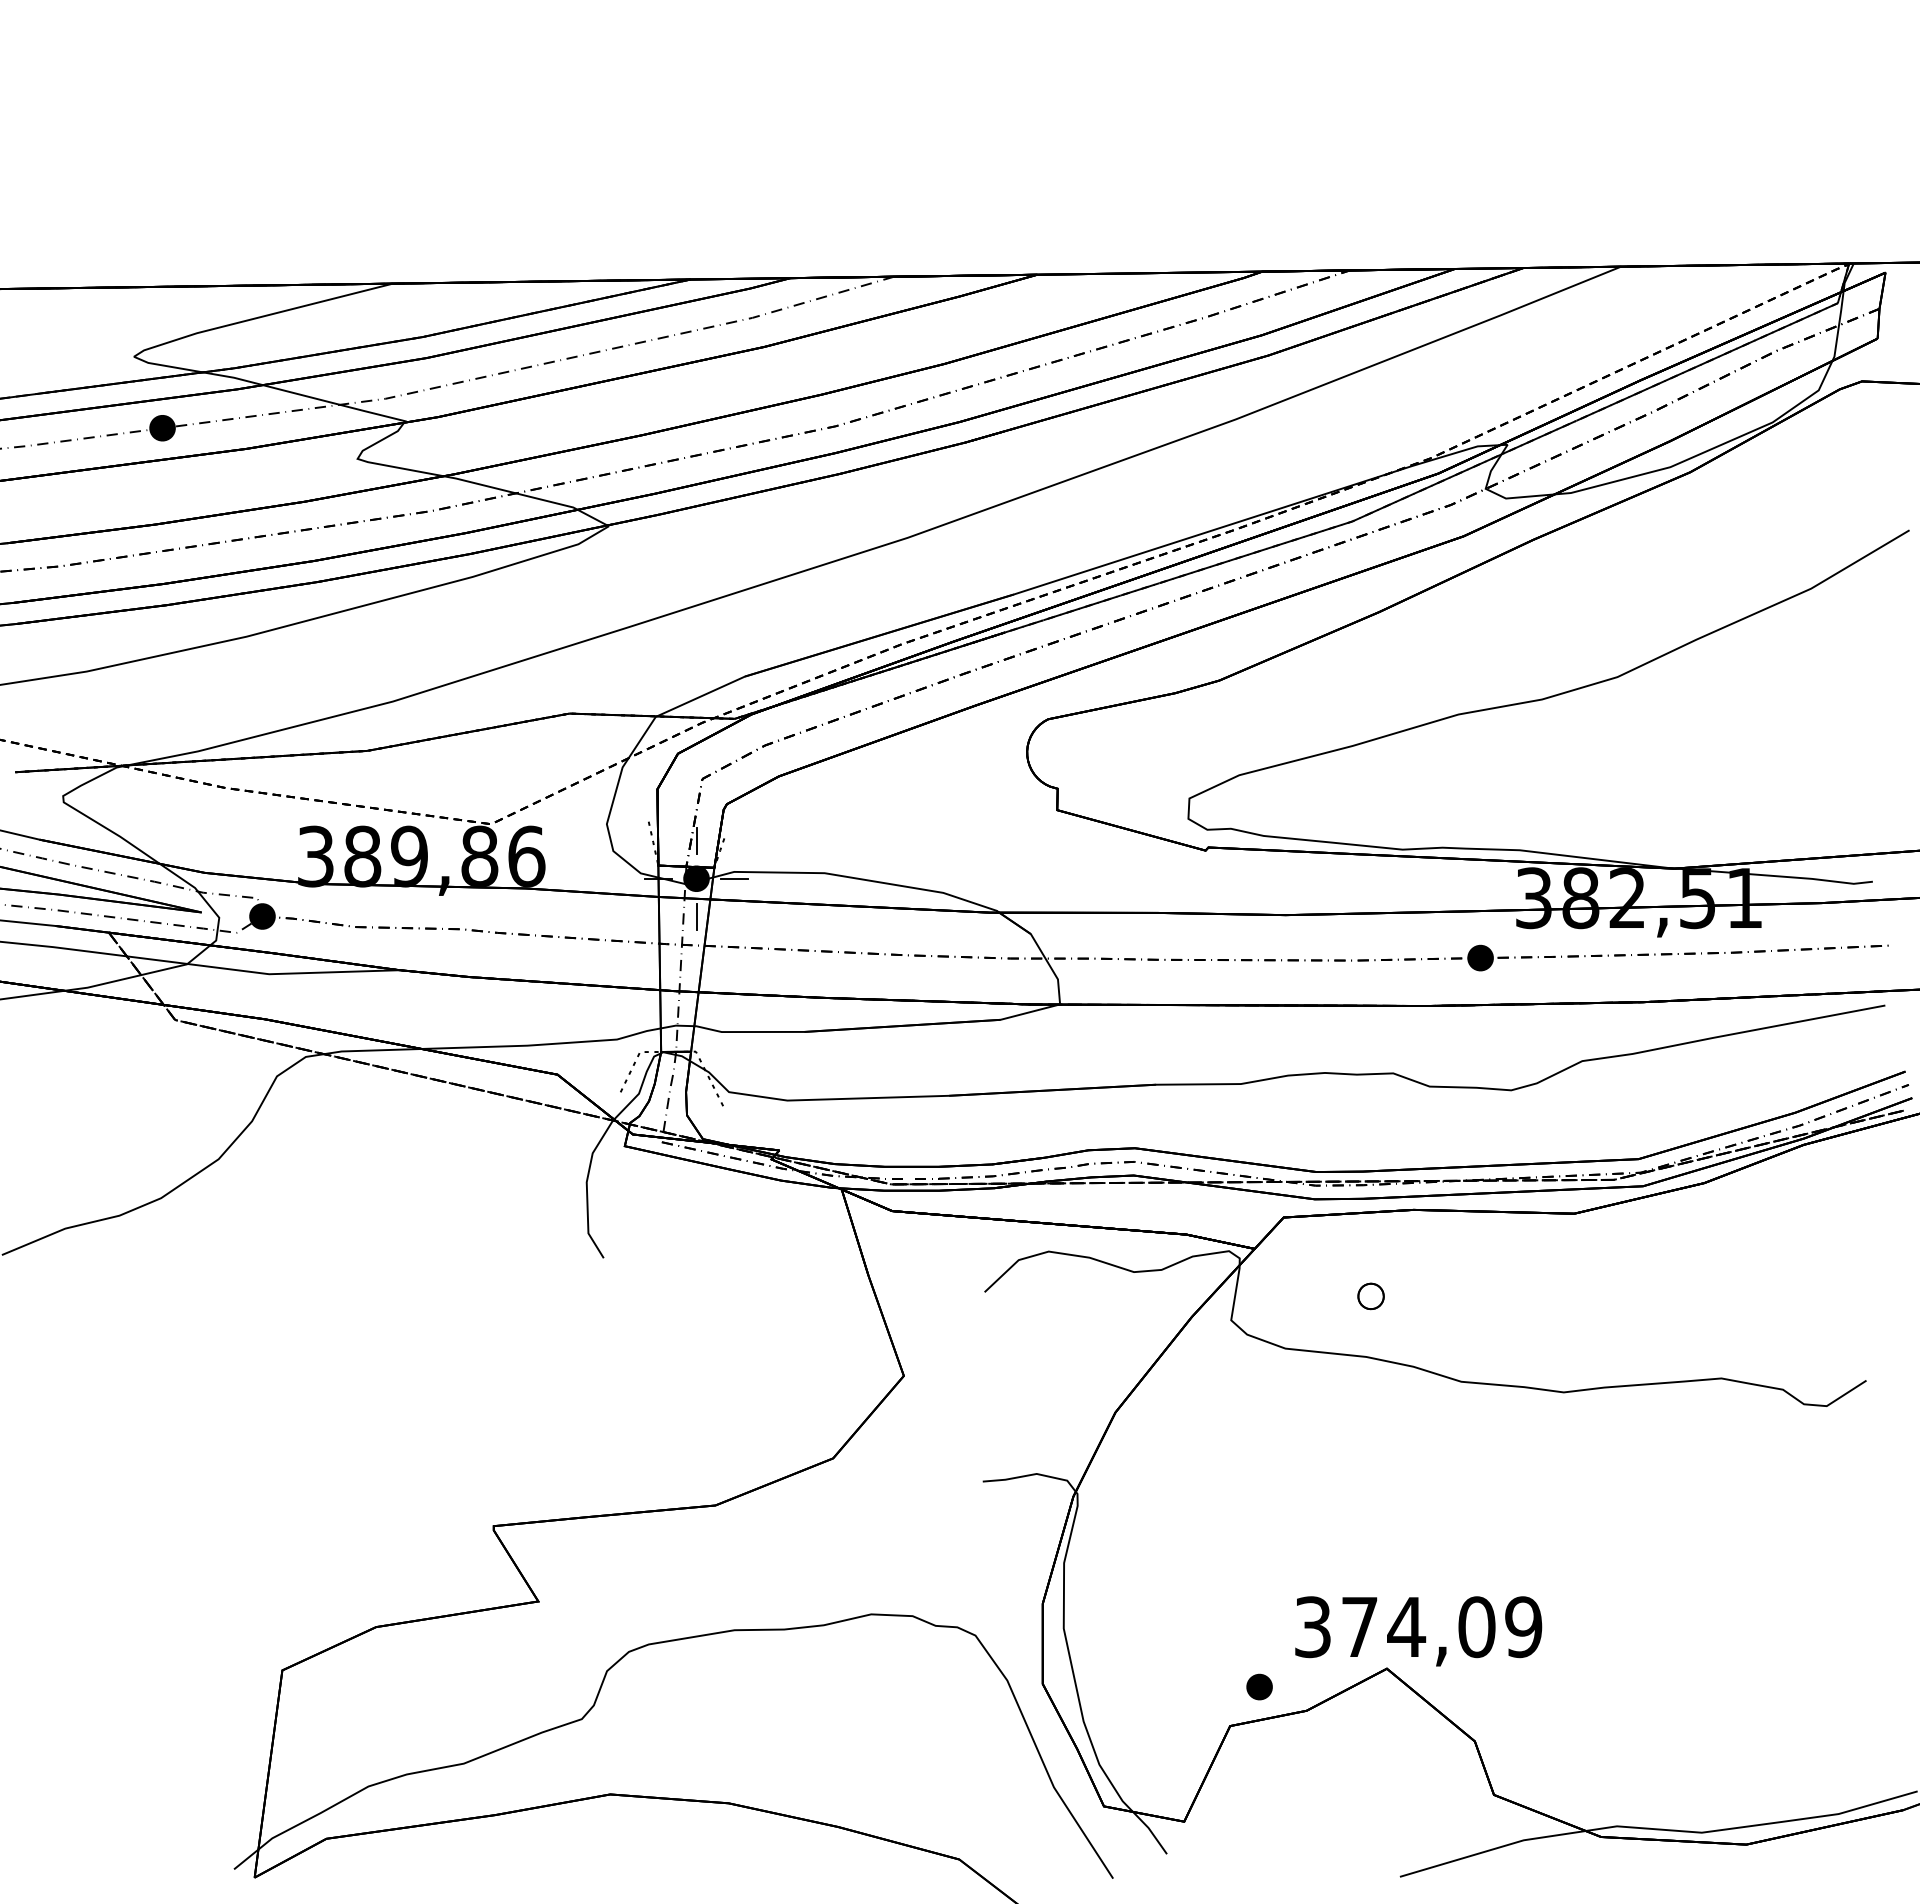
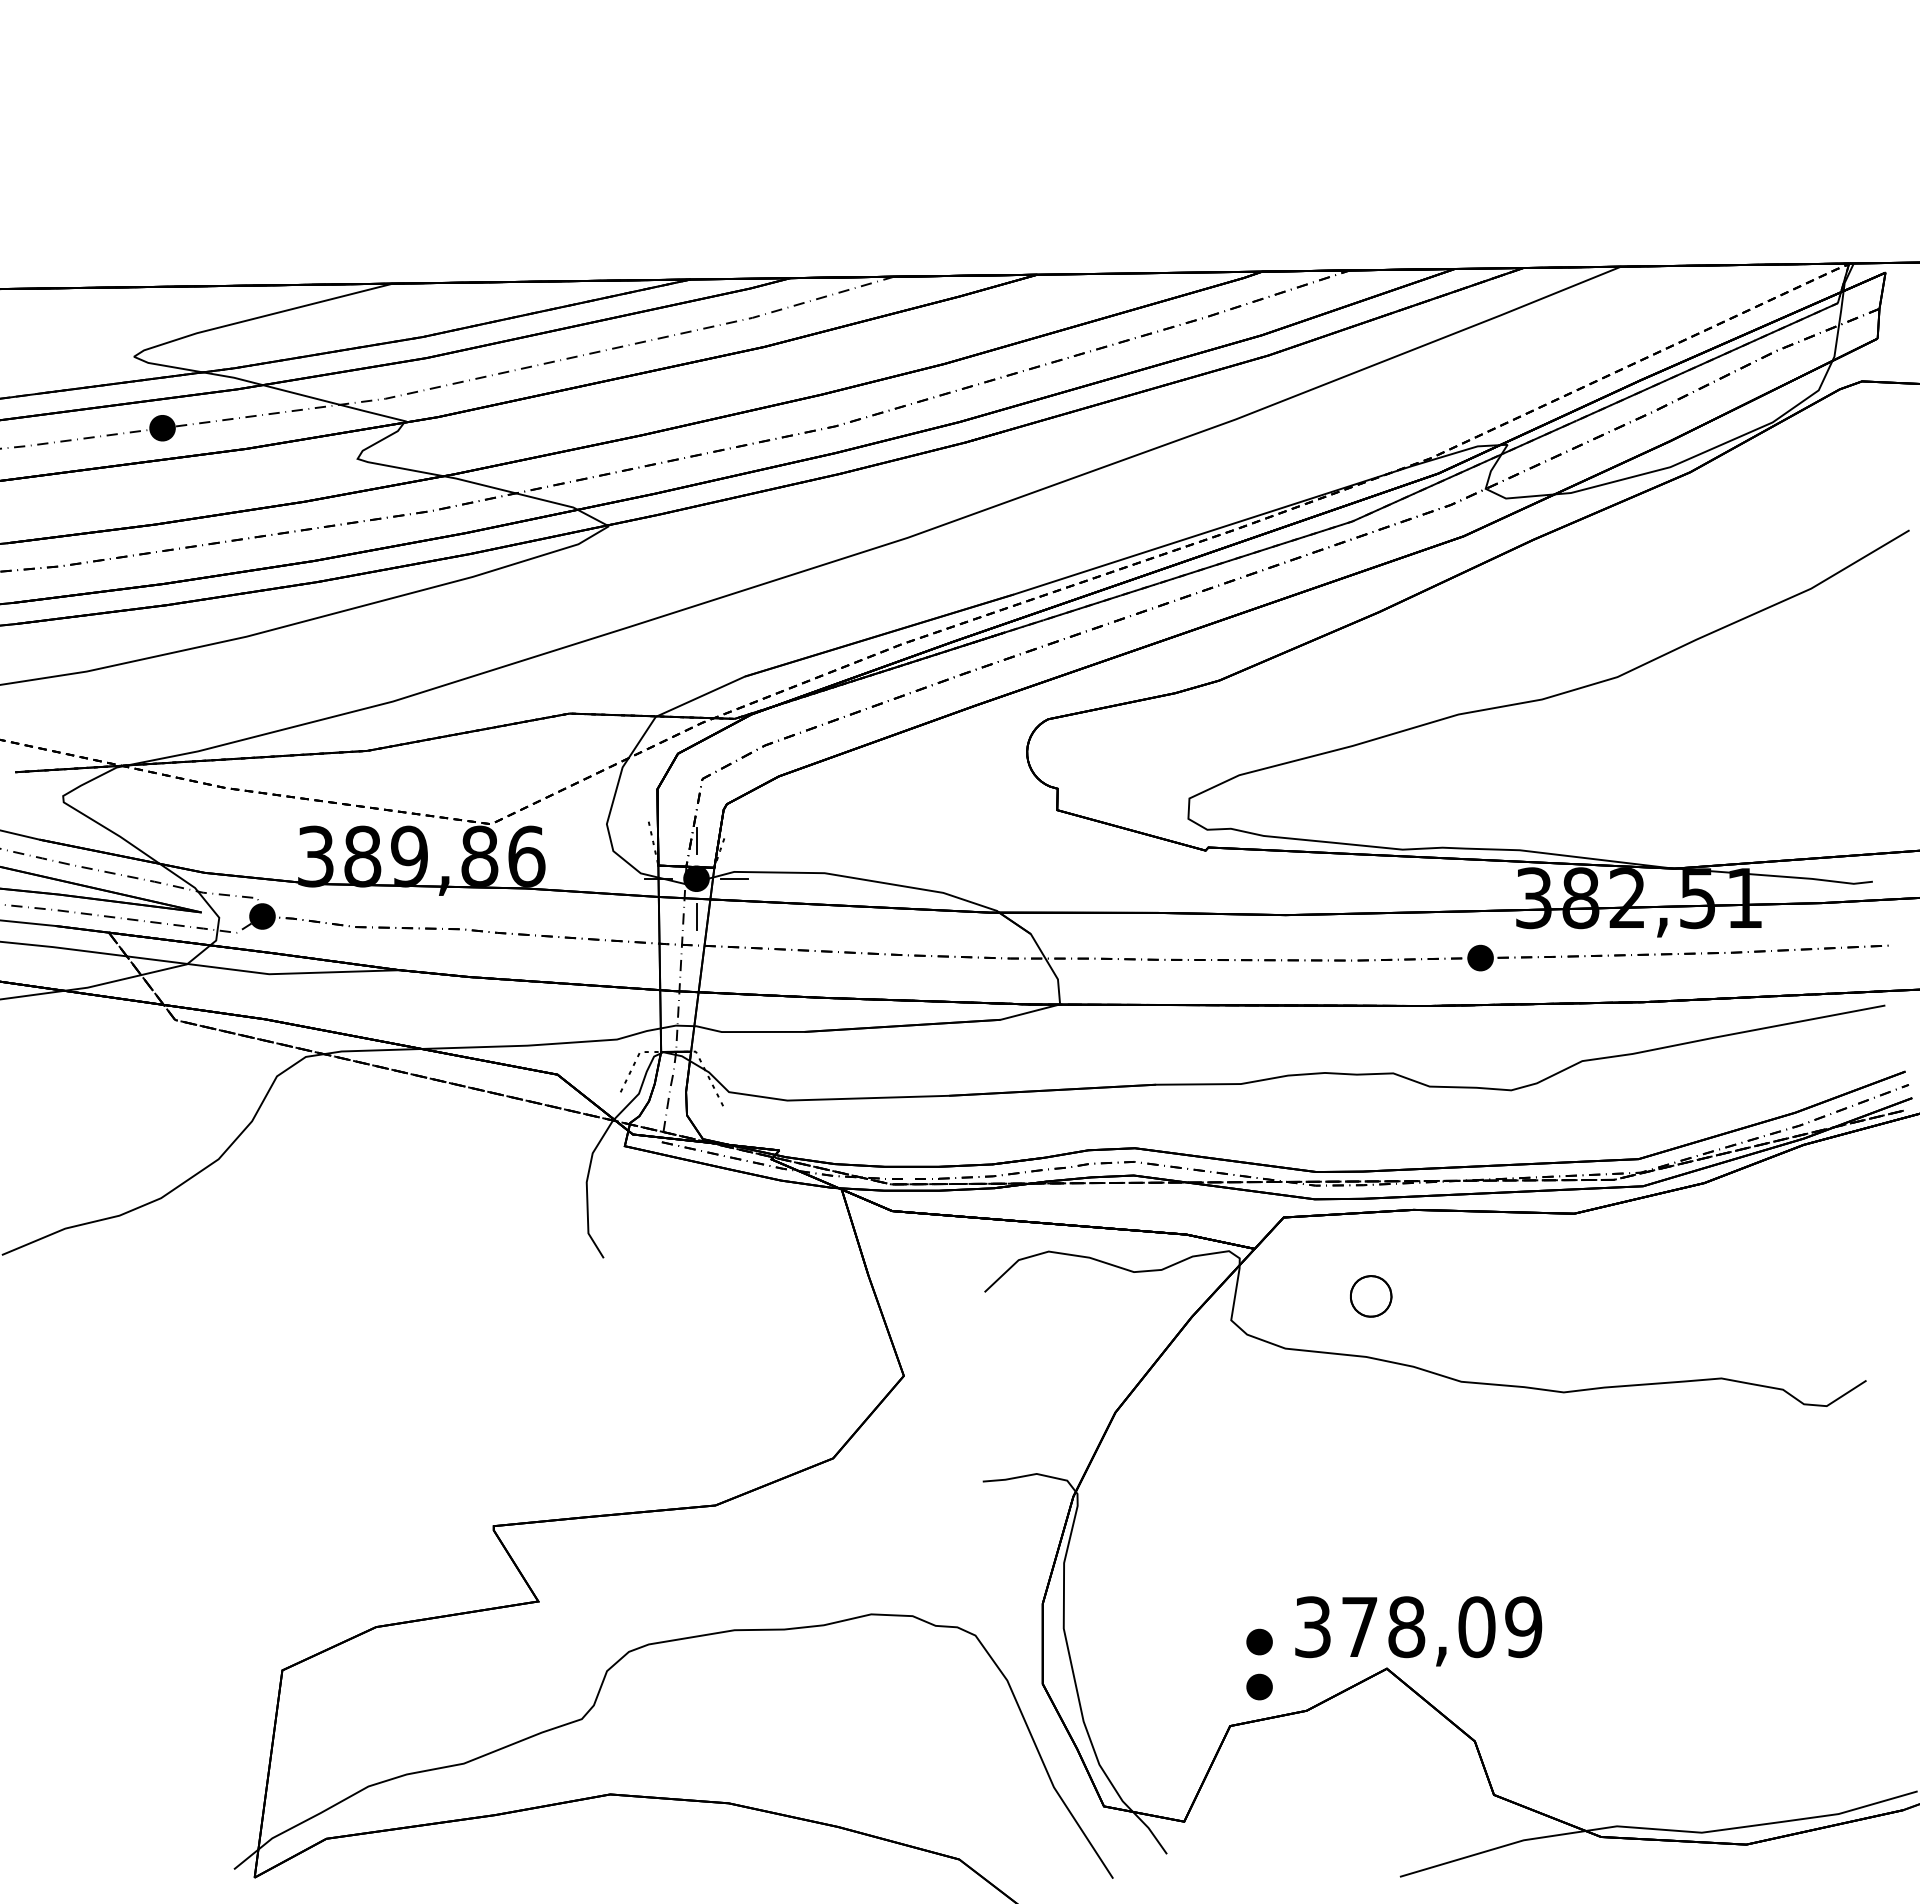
part at (1370, 1296) size: 28x29 px -> 43x43 px
text at (1406, 1627): 374,09 -> 378,09
part at (1259, 1641): none -> present
